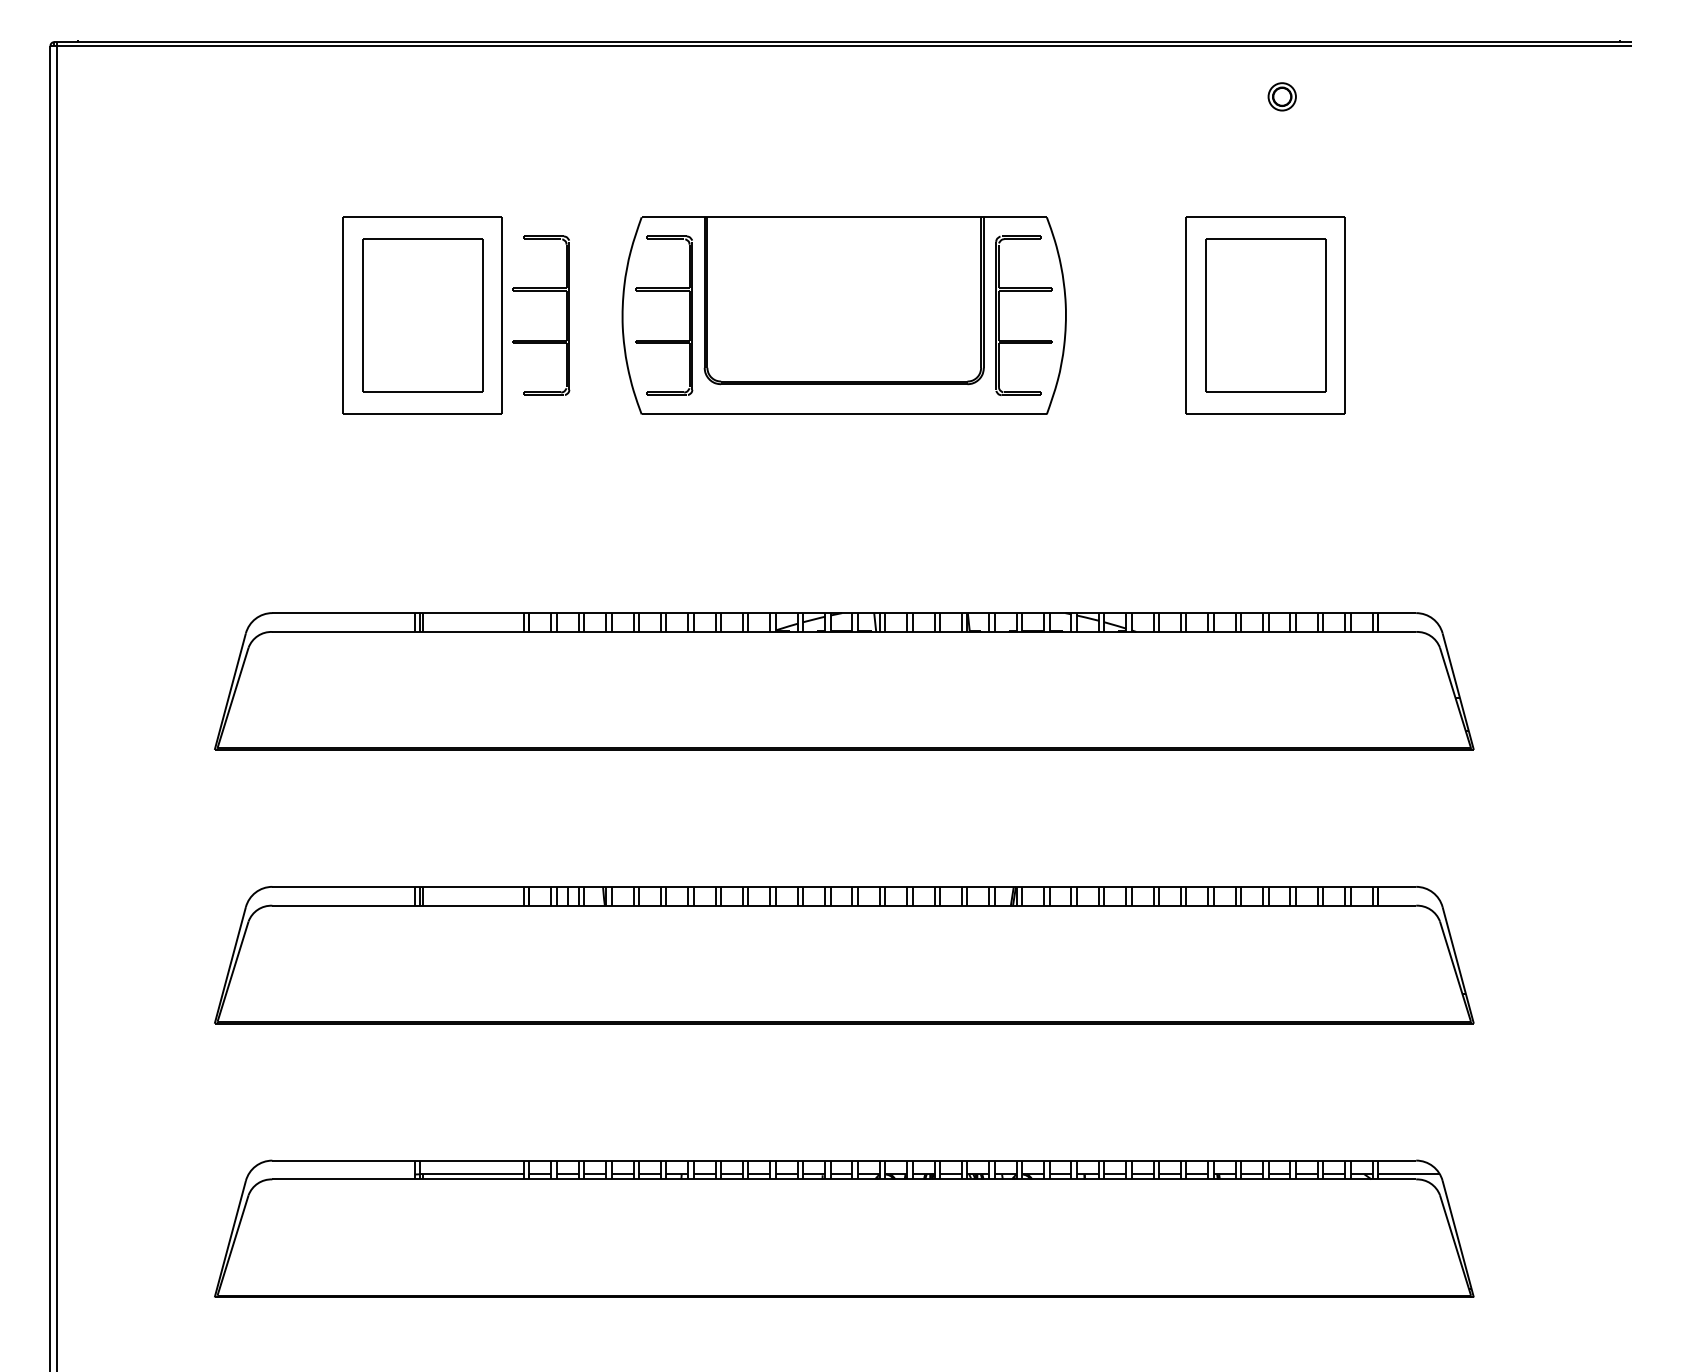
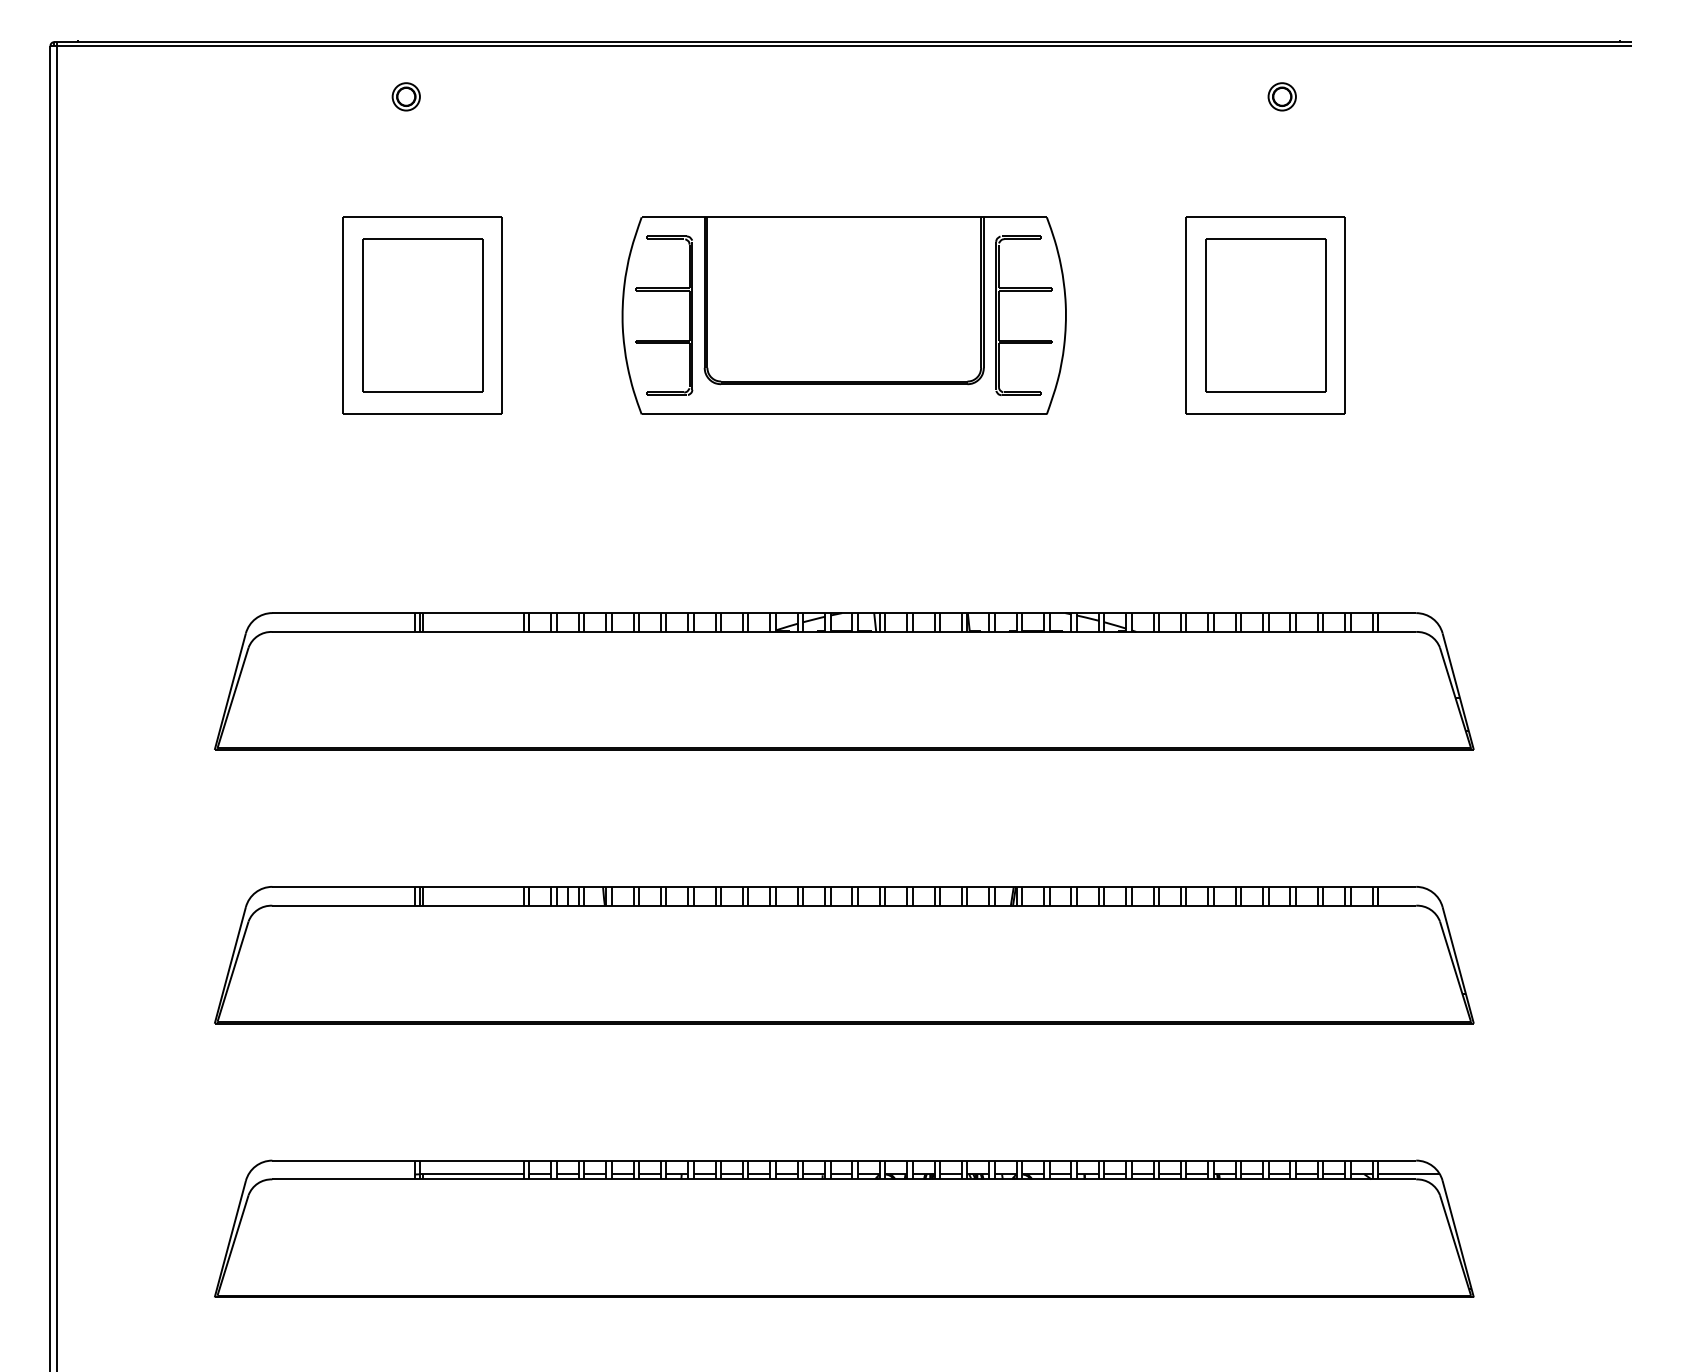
part at (405, 96): none -> present
part at (541, 291): present -> none
